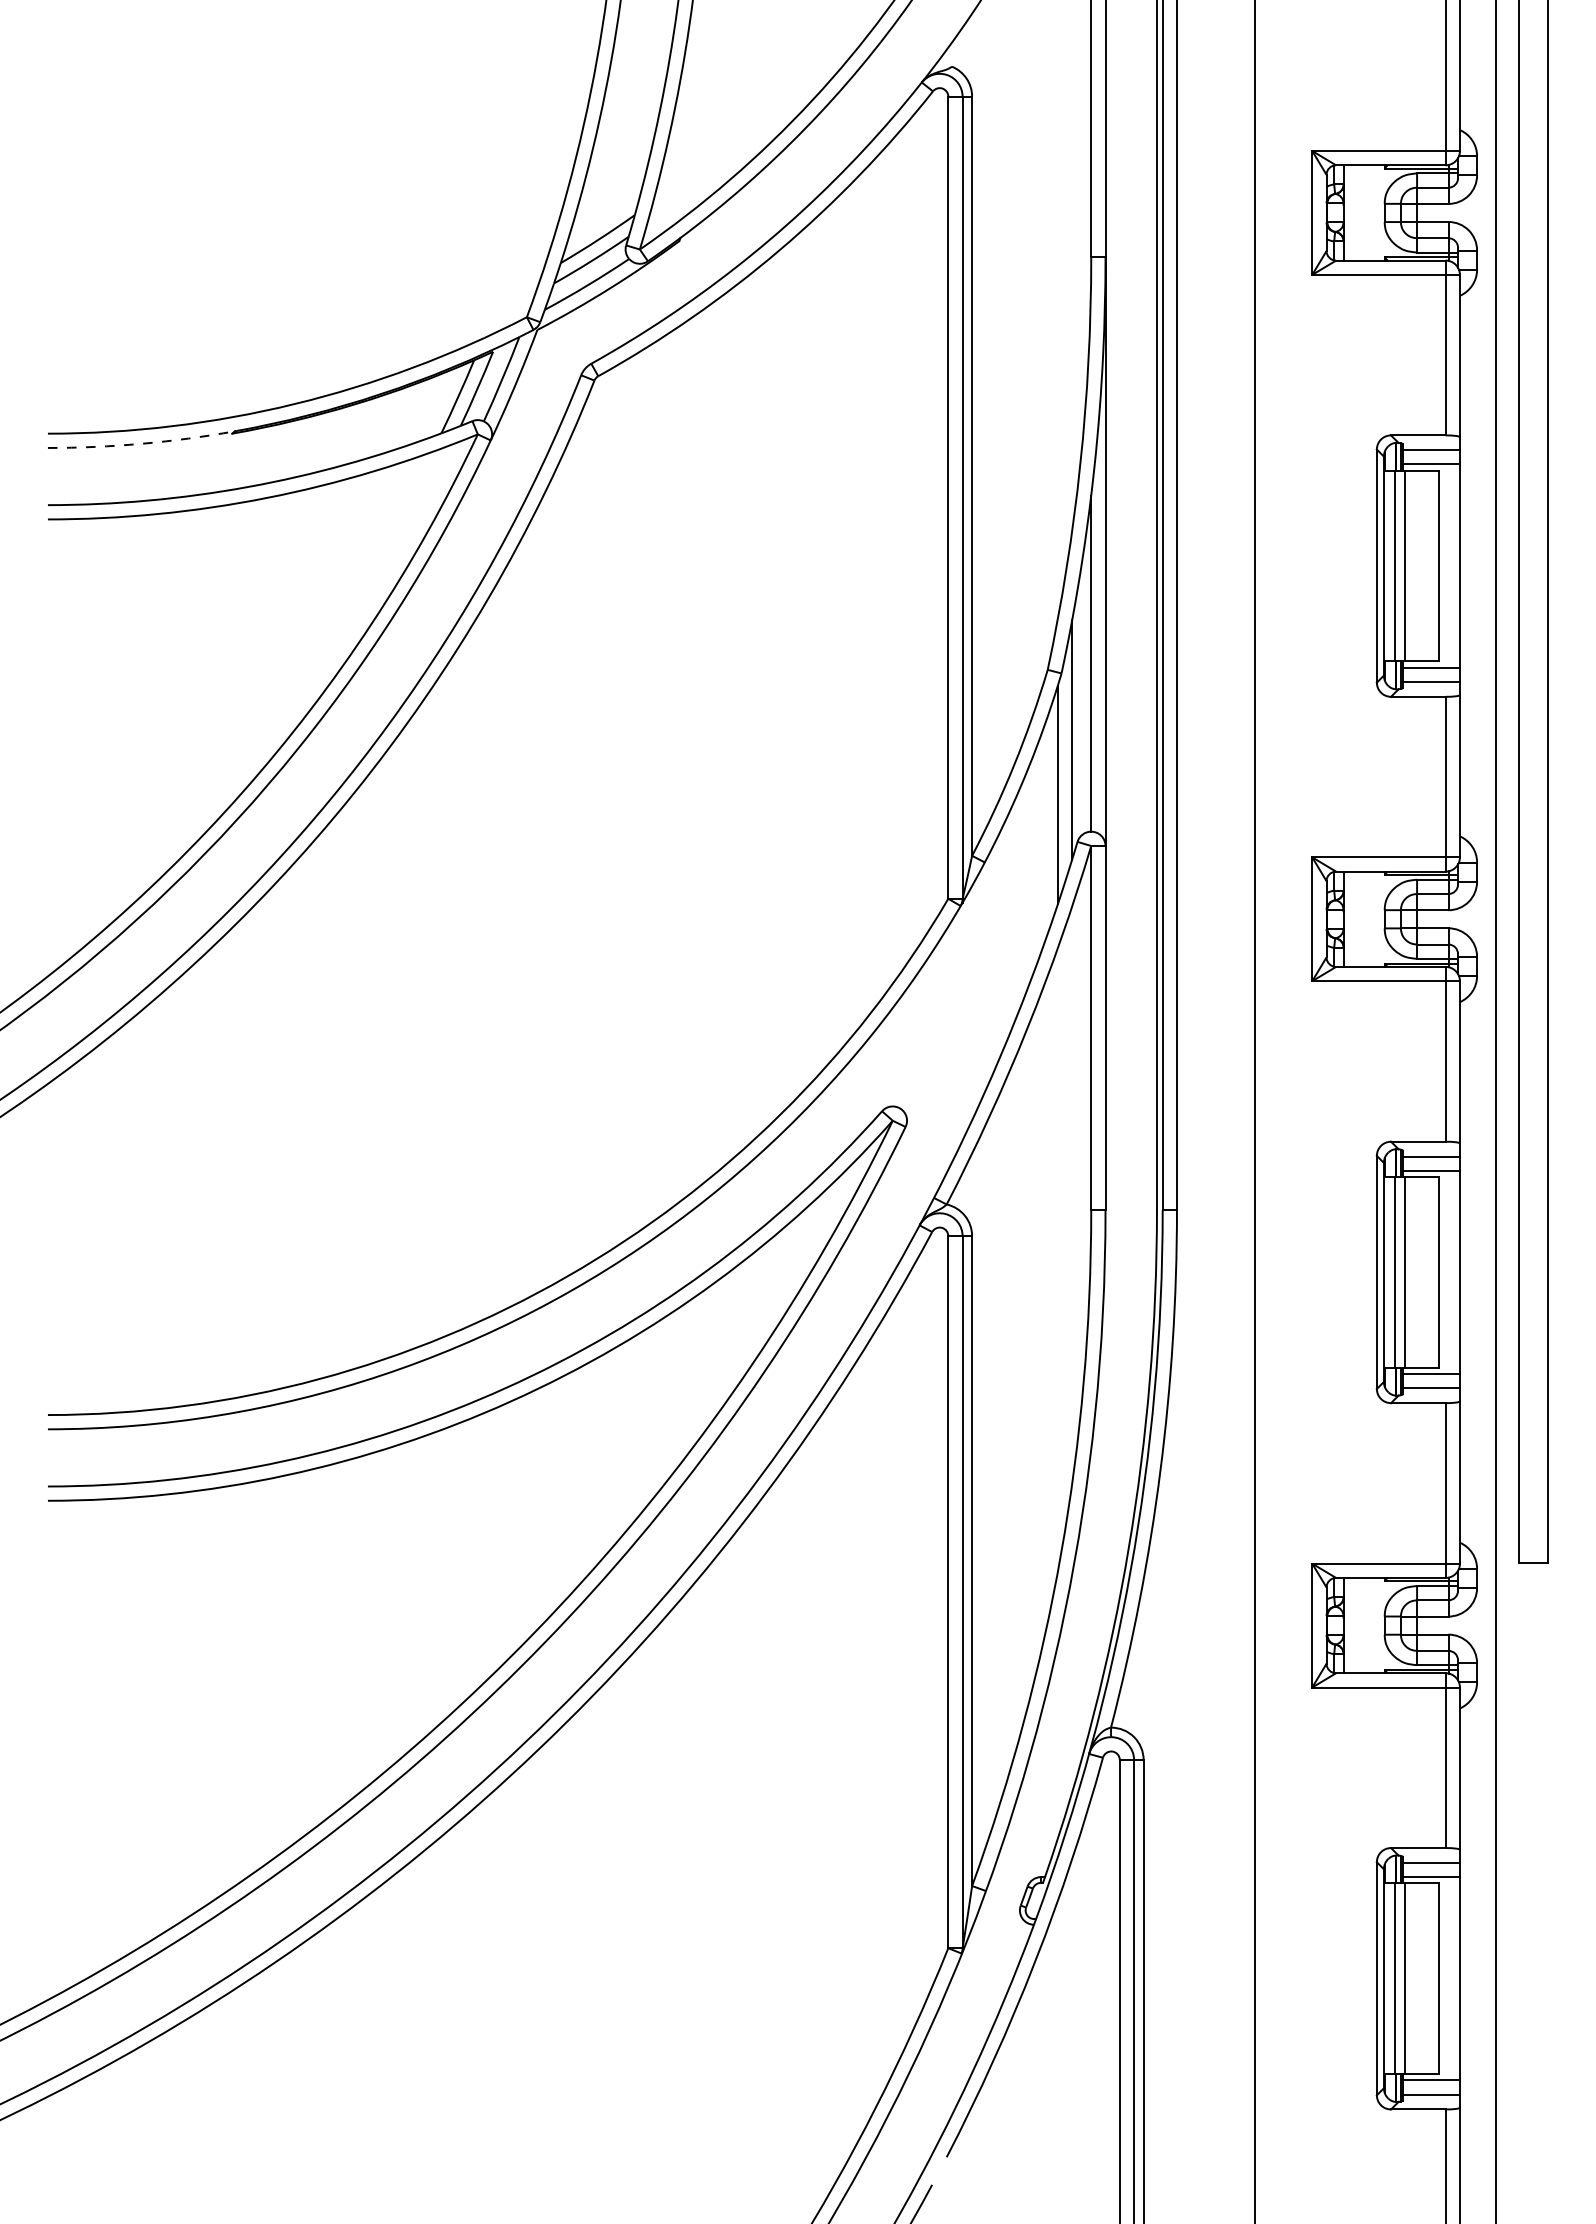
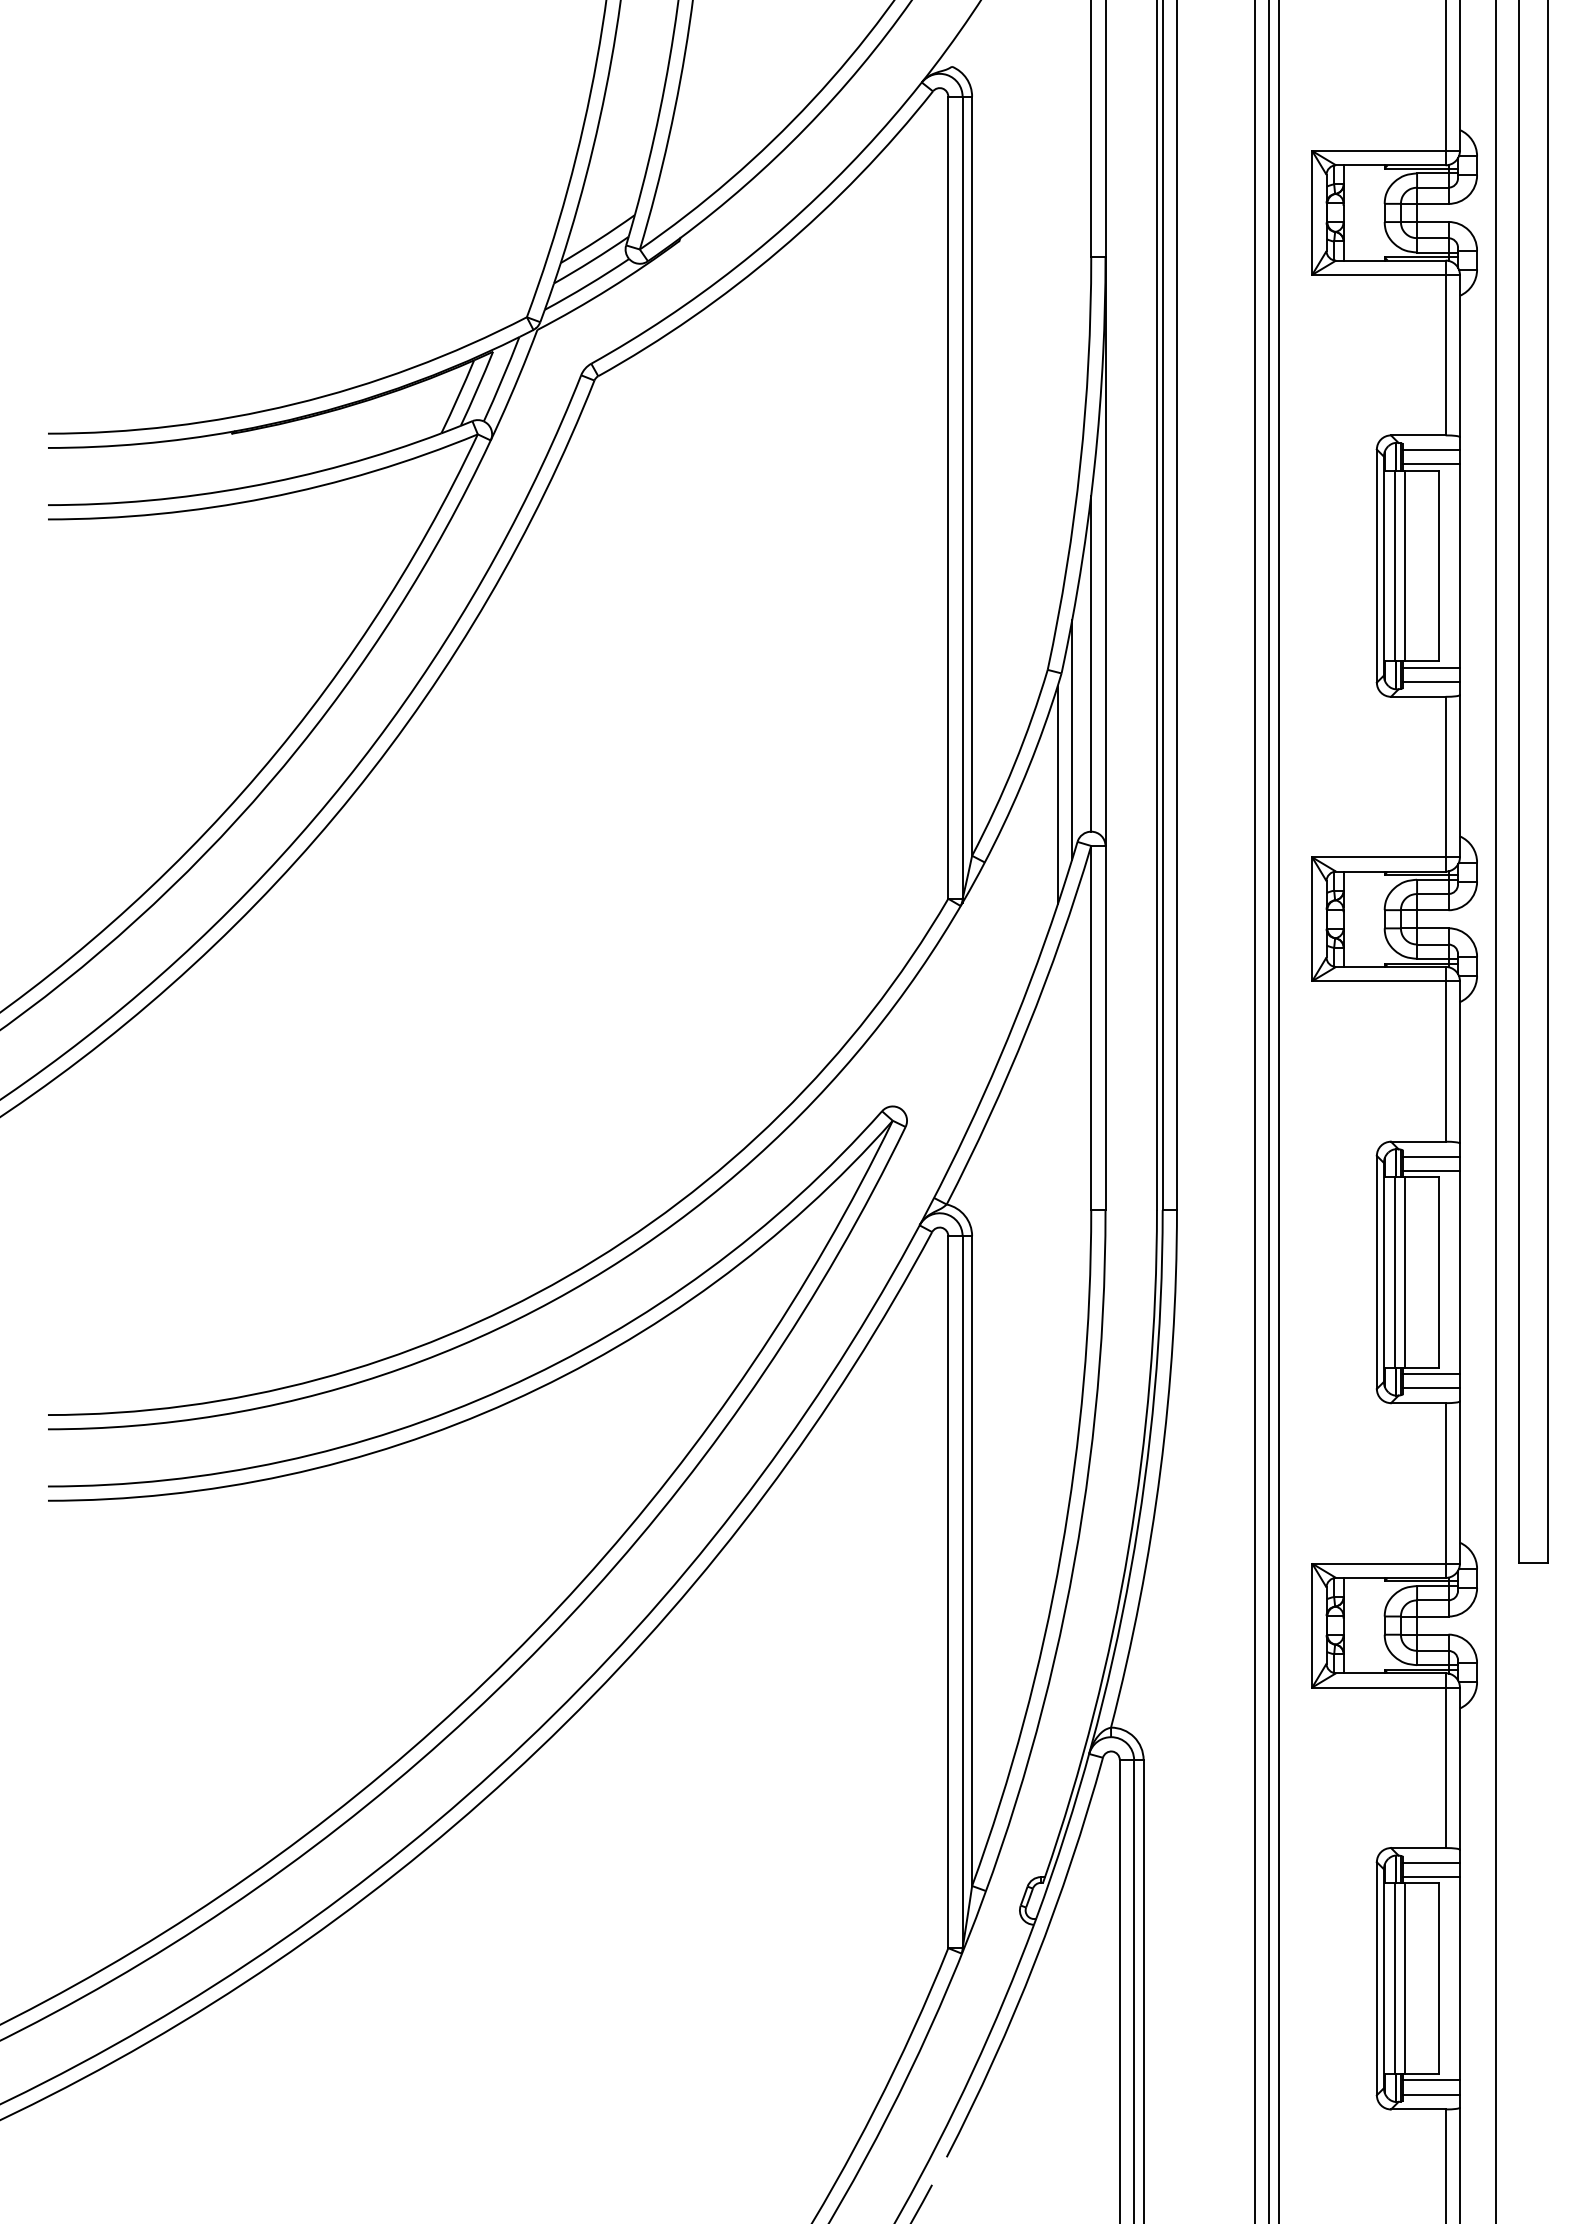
arc at (141, 443): dashed -> solid
line at (1269, 1111): none -> present
line at (1278, 1111): none -> present
